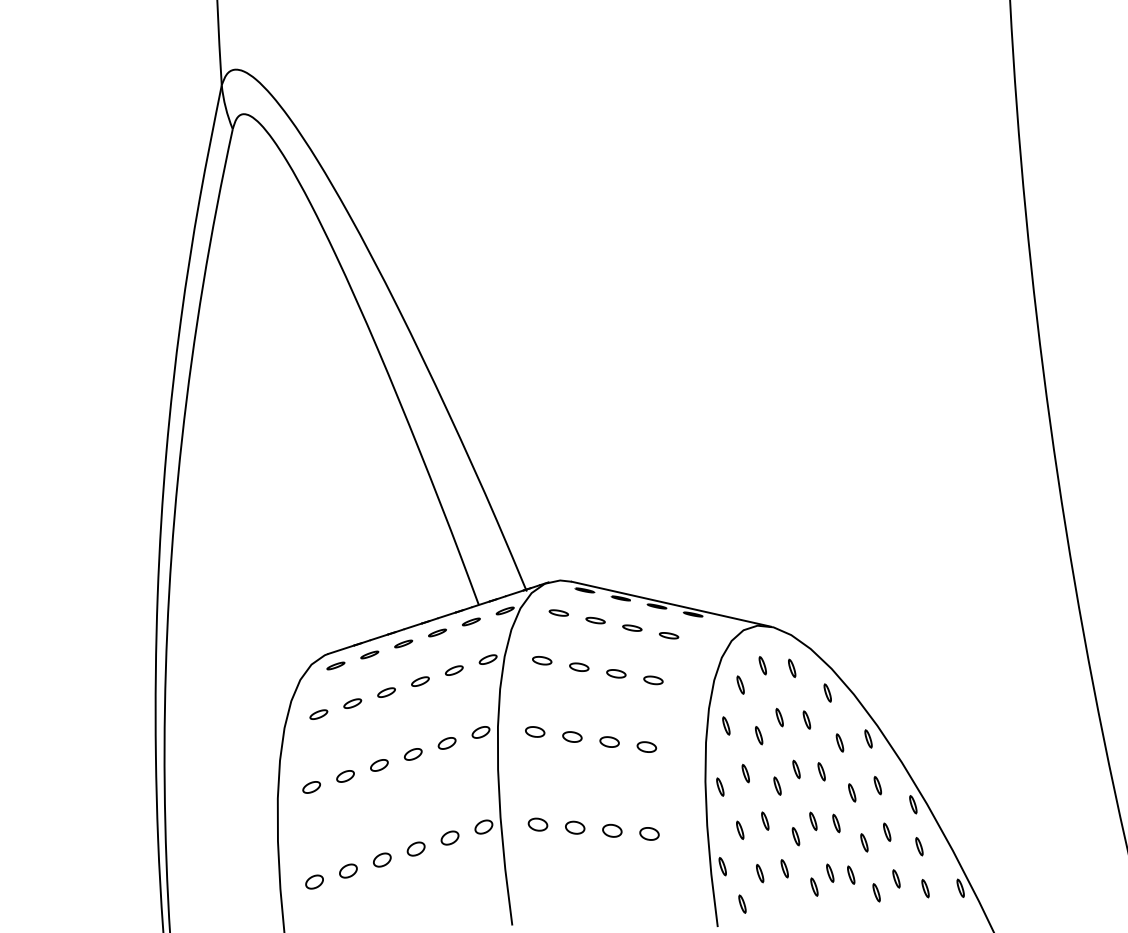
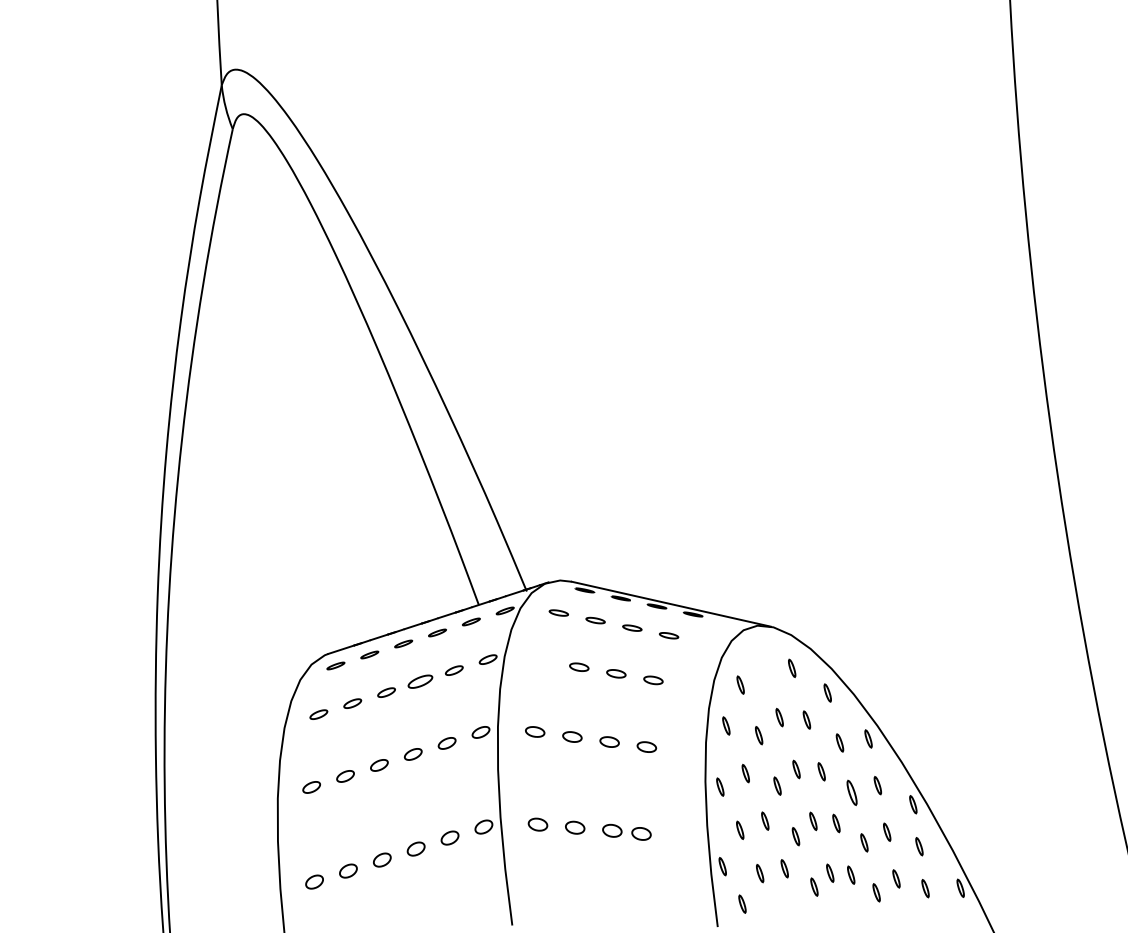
part at (542, 660): present -> none
part at (762, 665): present -> none
part at (420, 681) size: 19x11 px -> 27x15 px
part at (852, 792) size: 9x20 px -> 12x27 px
part at (649, 833) position: (649, 833) -> (641, 833)
